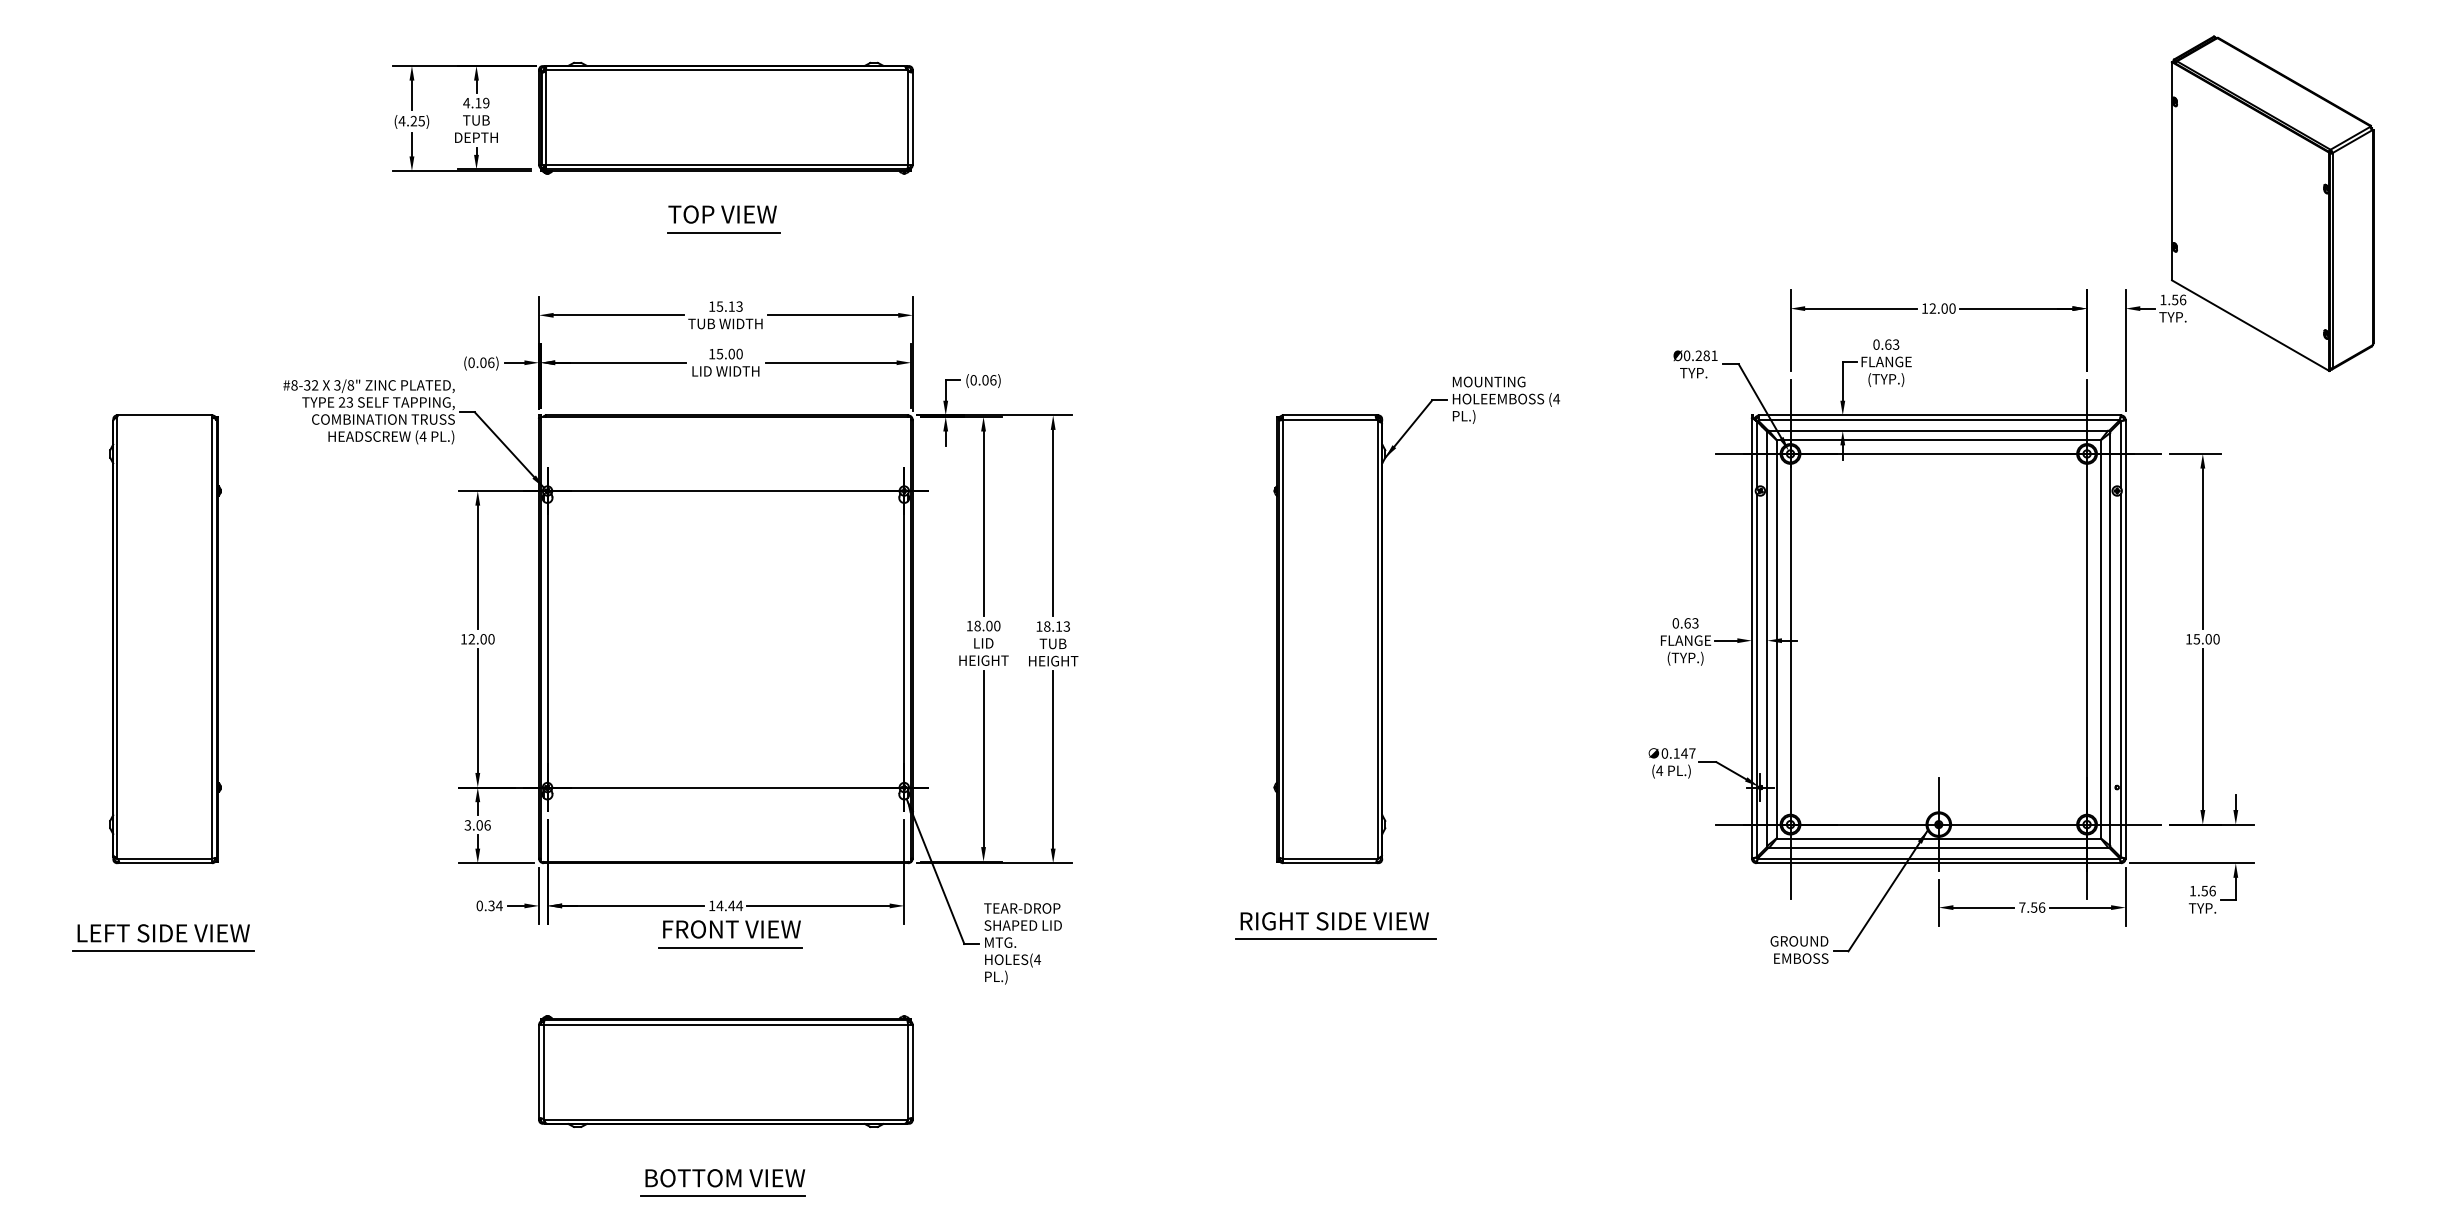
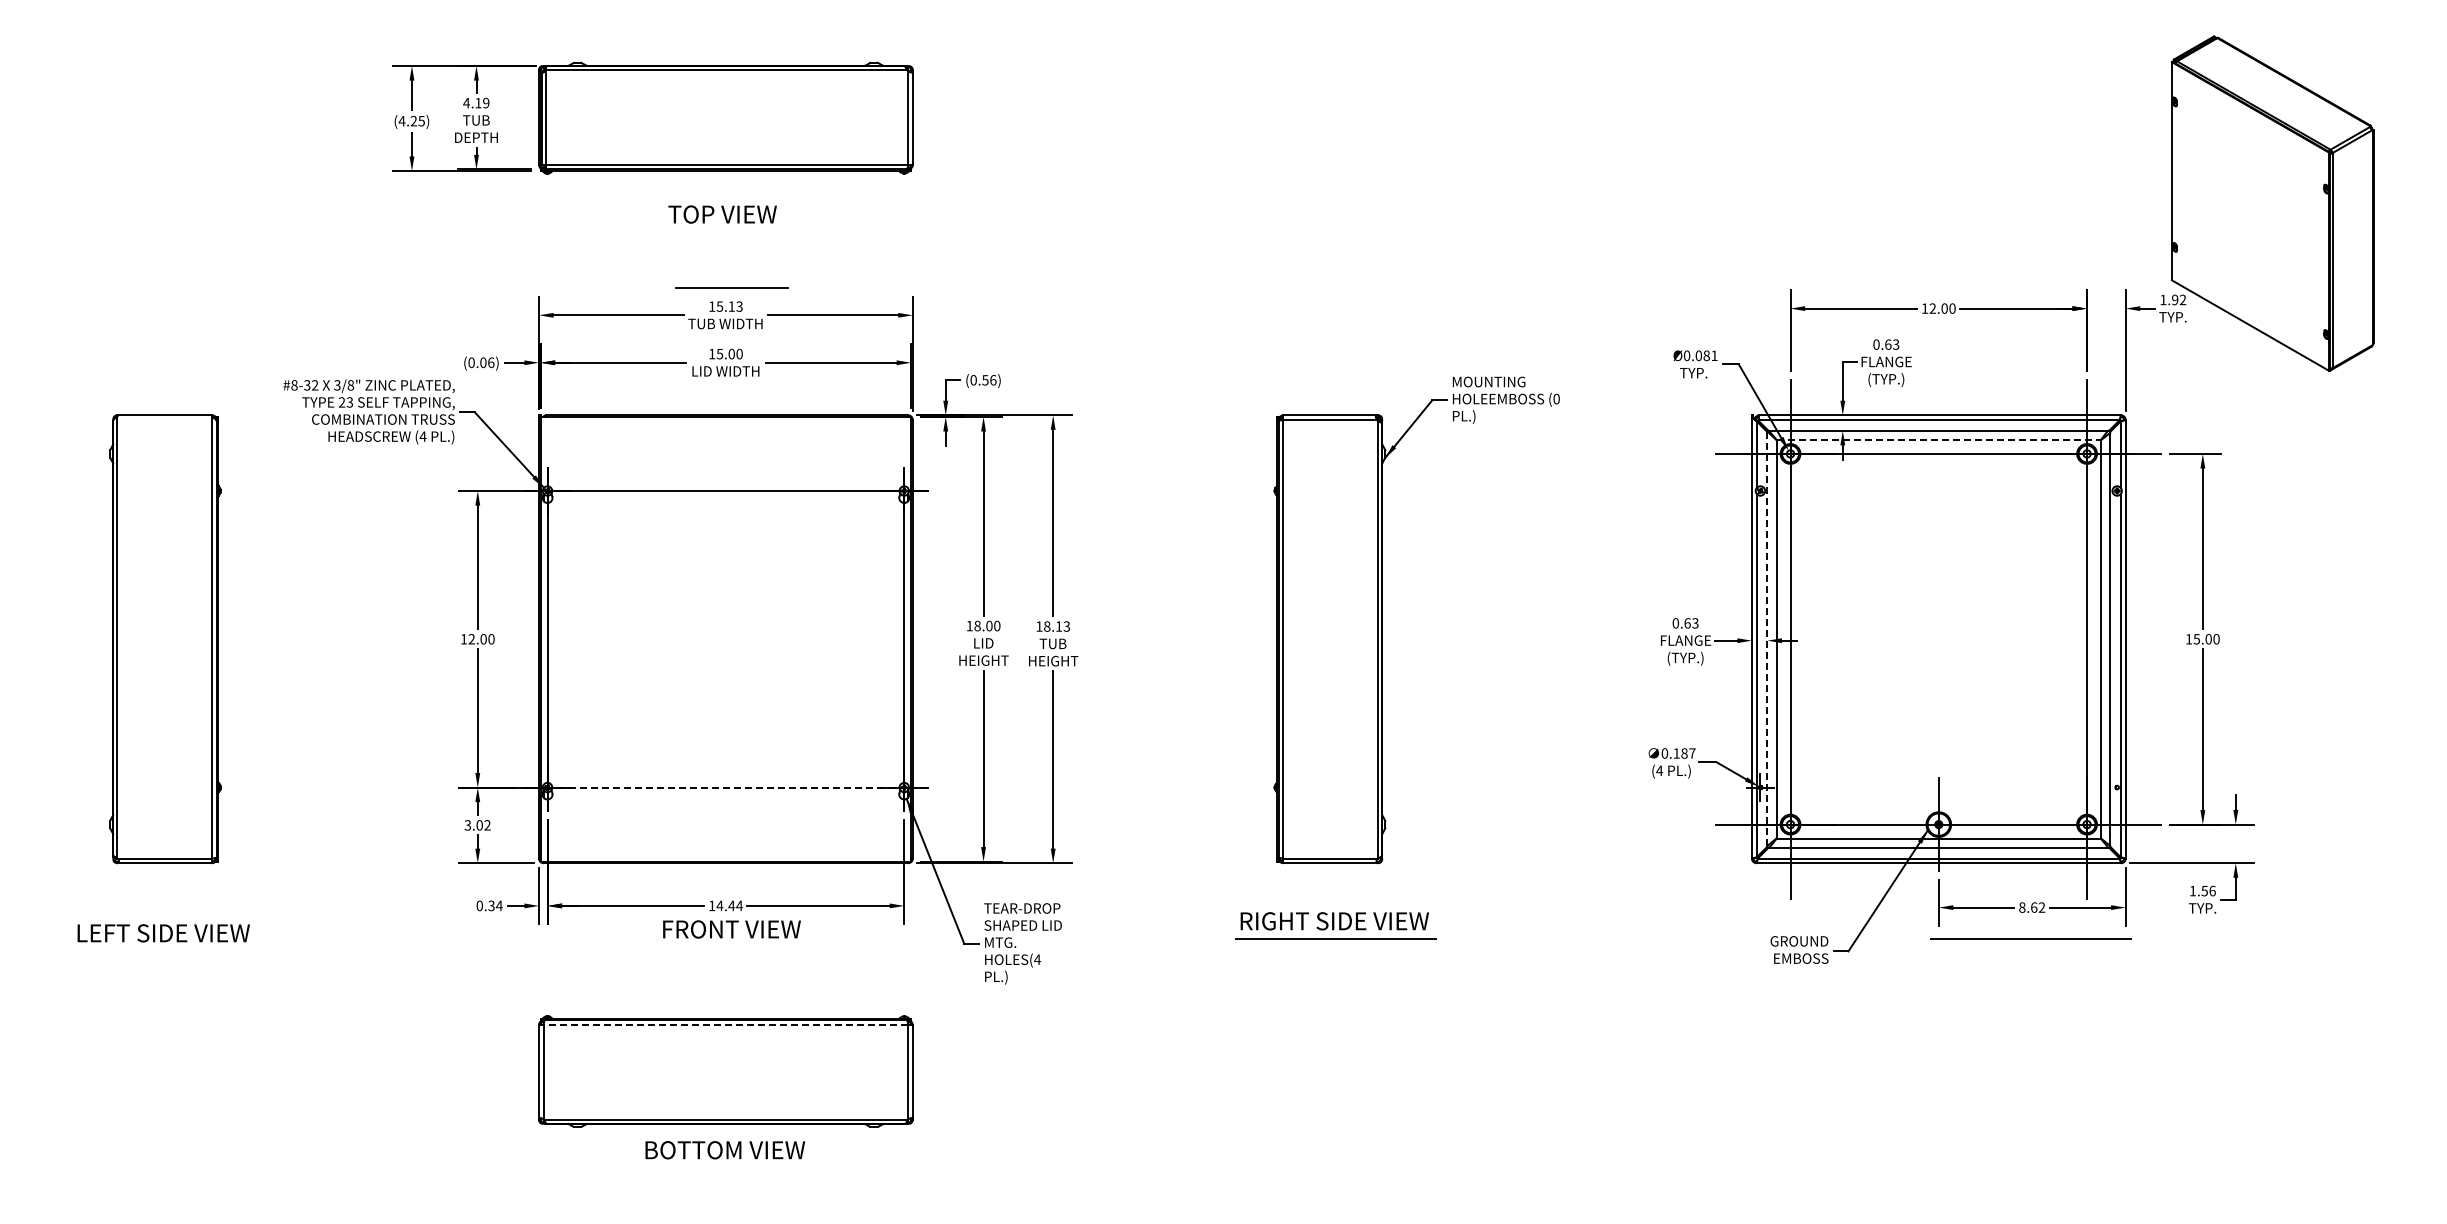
line at (723, 232) position: (723, 232) -> (731, 287)
text at (2179, 299): 1.56 -> 1.92
text at (1698, 355): Ø0.281 -> Ø0.081
text at (985, 380): (0.06) -> (0.56)
text at (1556, 398): (4 -> (0
line at (1939, 440): solid -> dashed
line at (1767, 639): solid -> dashed
text at (1684, 753): 0.147 -> 0.187
line at (725, 787): solid -> dashed
text at (487, 825): 3.06 -> 3.02
text at (2032, 907): 7.56 -> 8.62
line at (2030, 938): none -> present
line at (729, 947): present -> none
line at (163, 951): present -> none
line at (725, 1025): solid -> dashed
text at (725, 1178) position: (725, 1178) -> (725, 1150)
line at (722, 1196): present -> none
